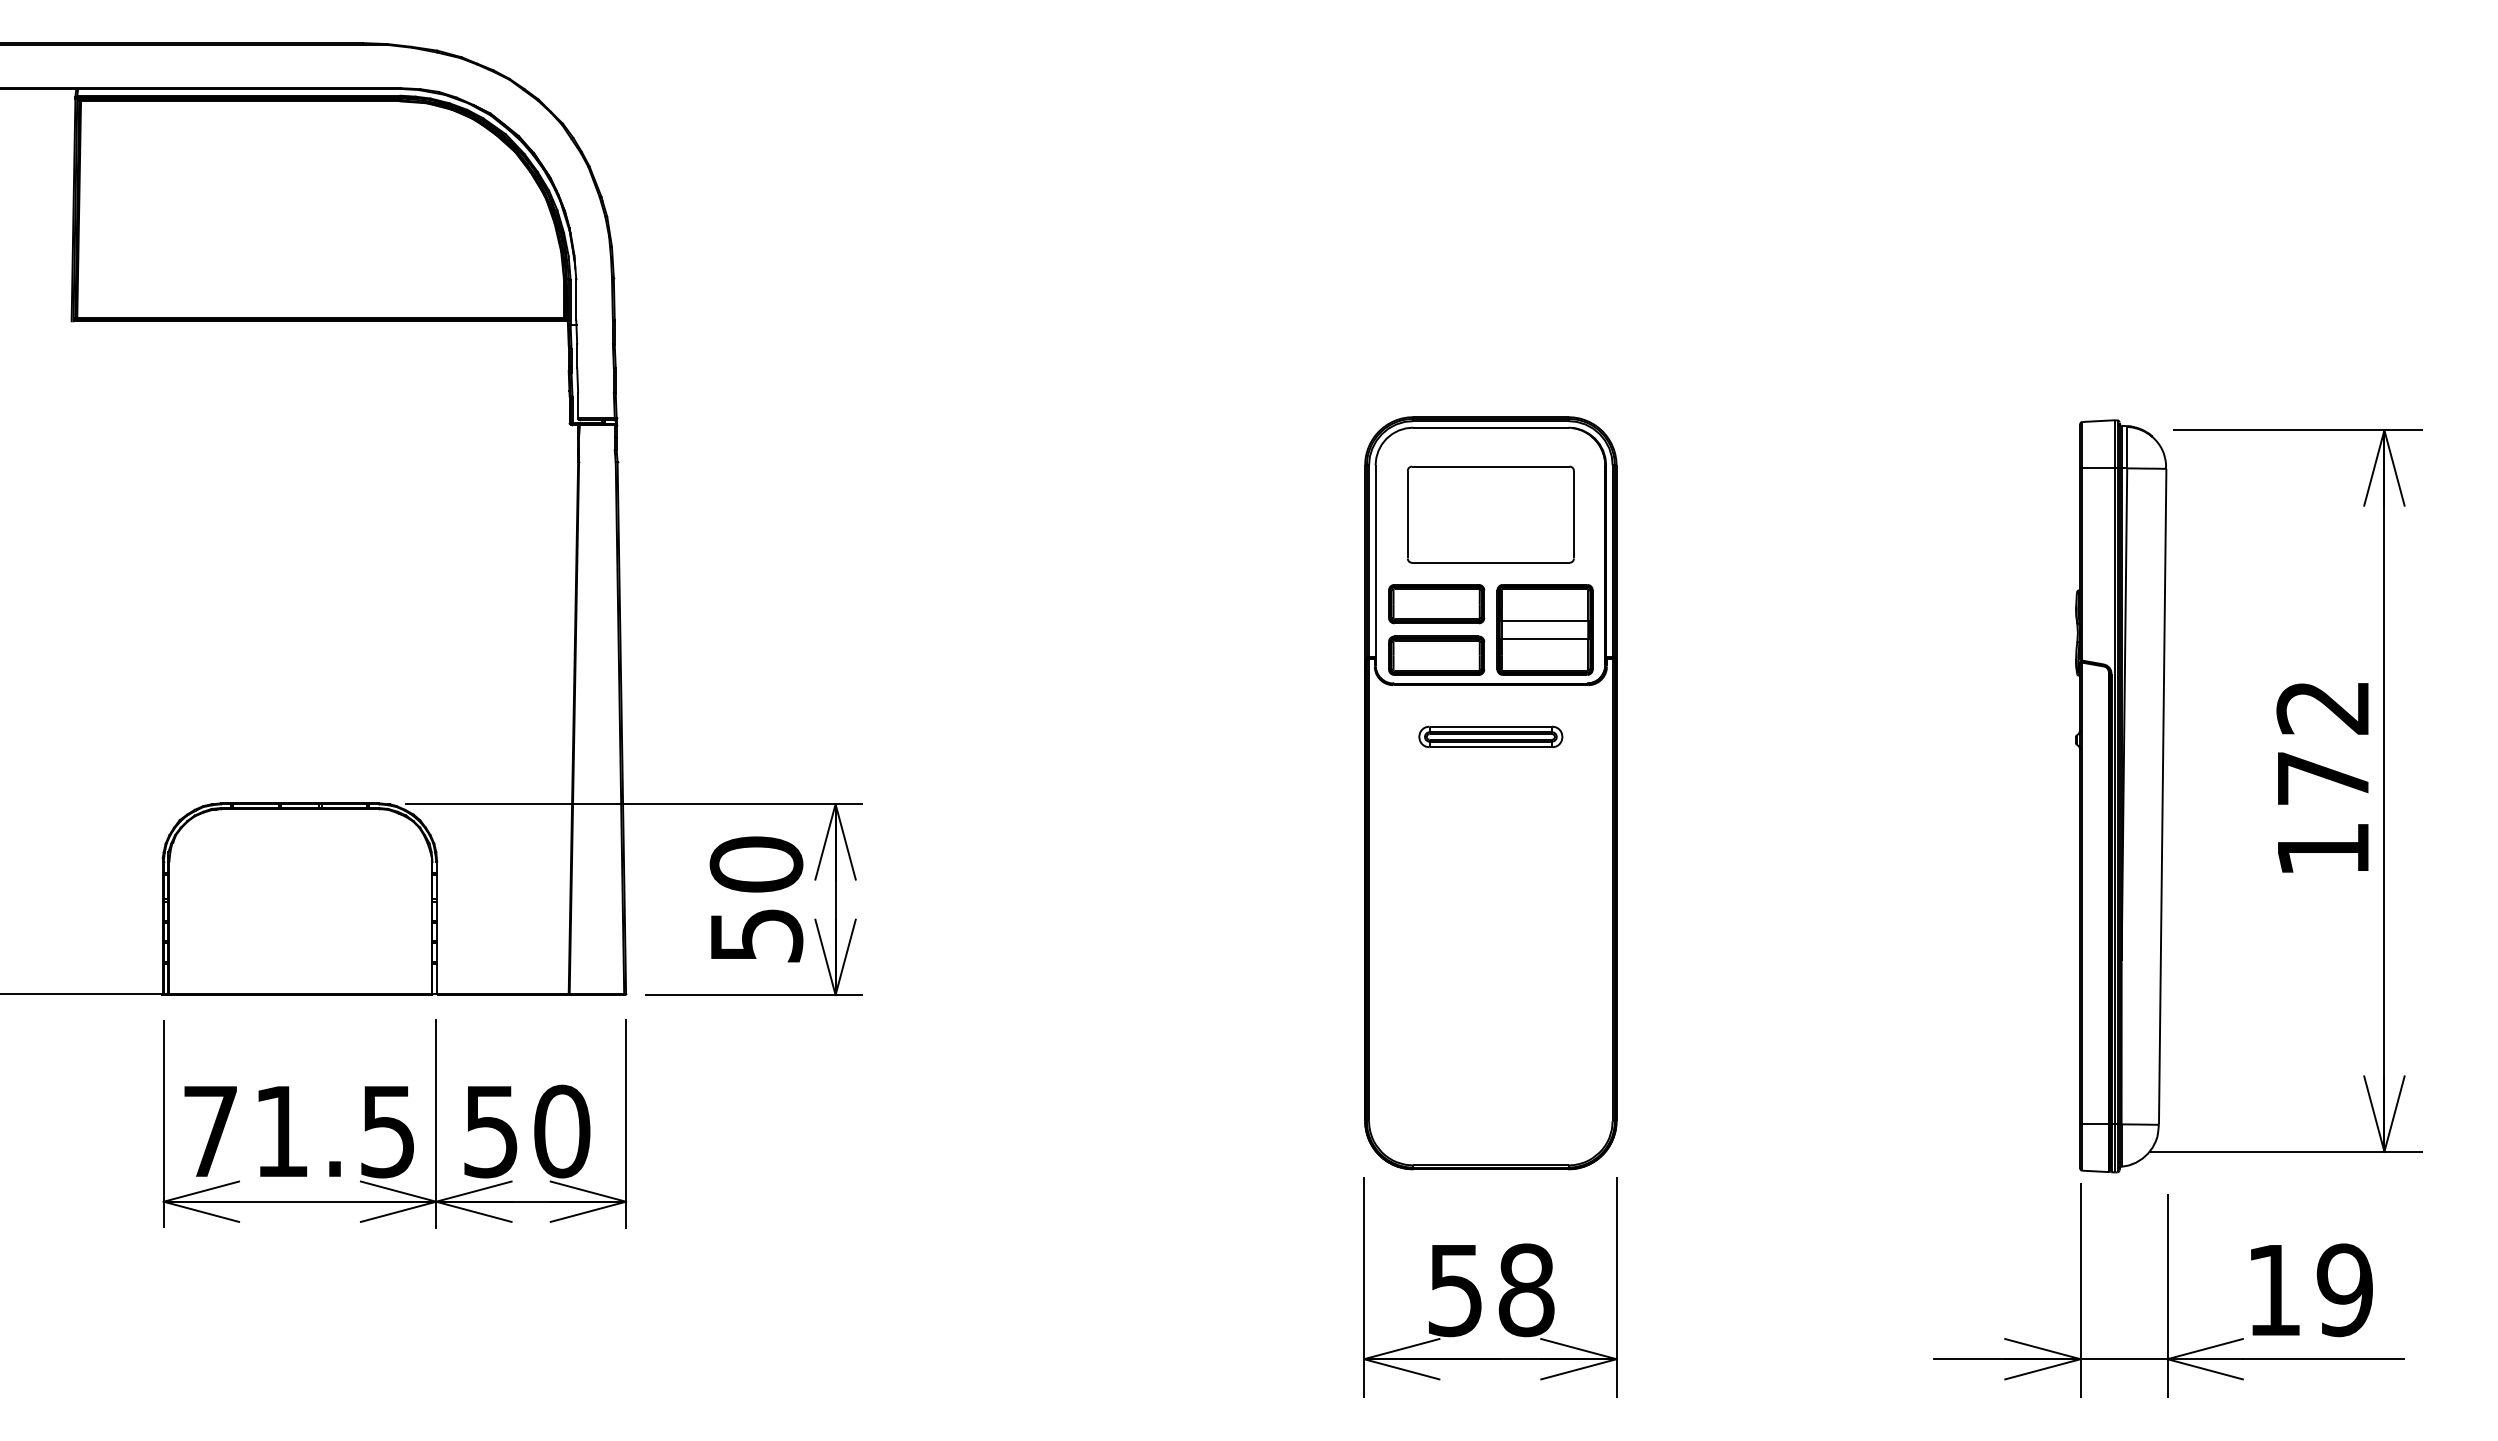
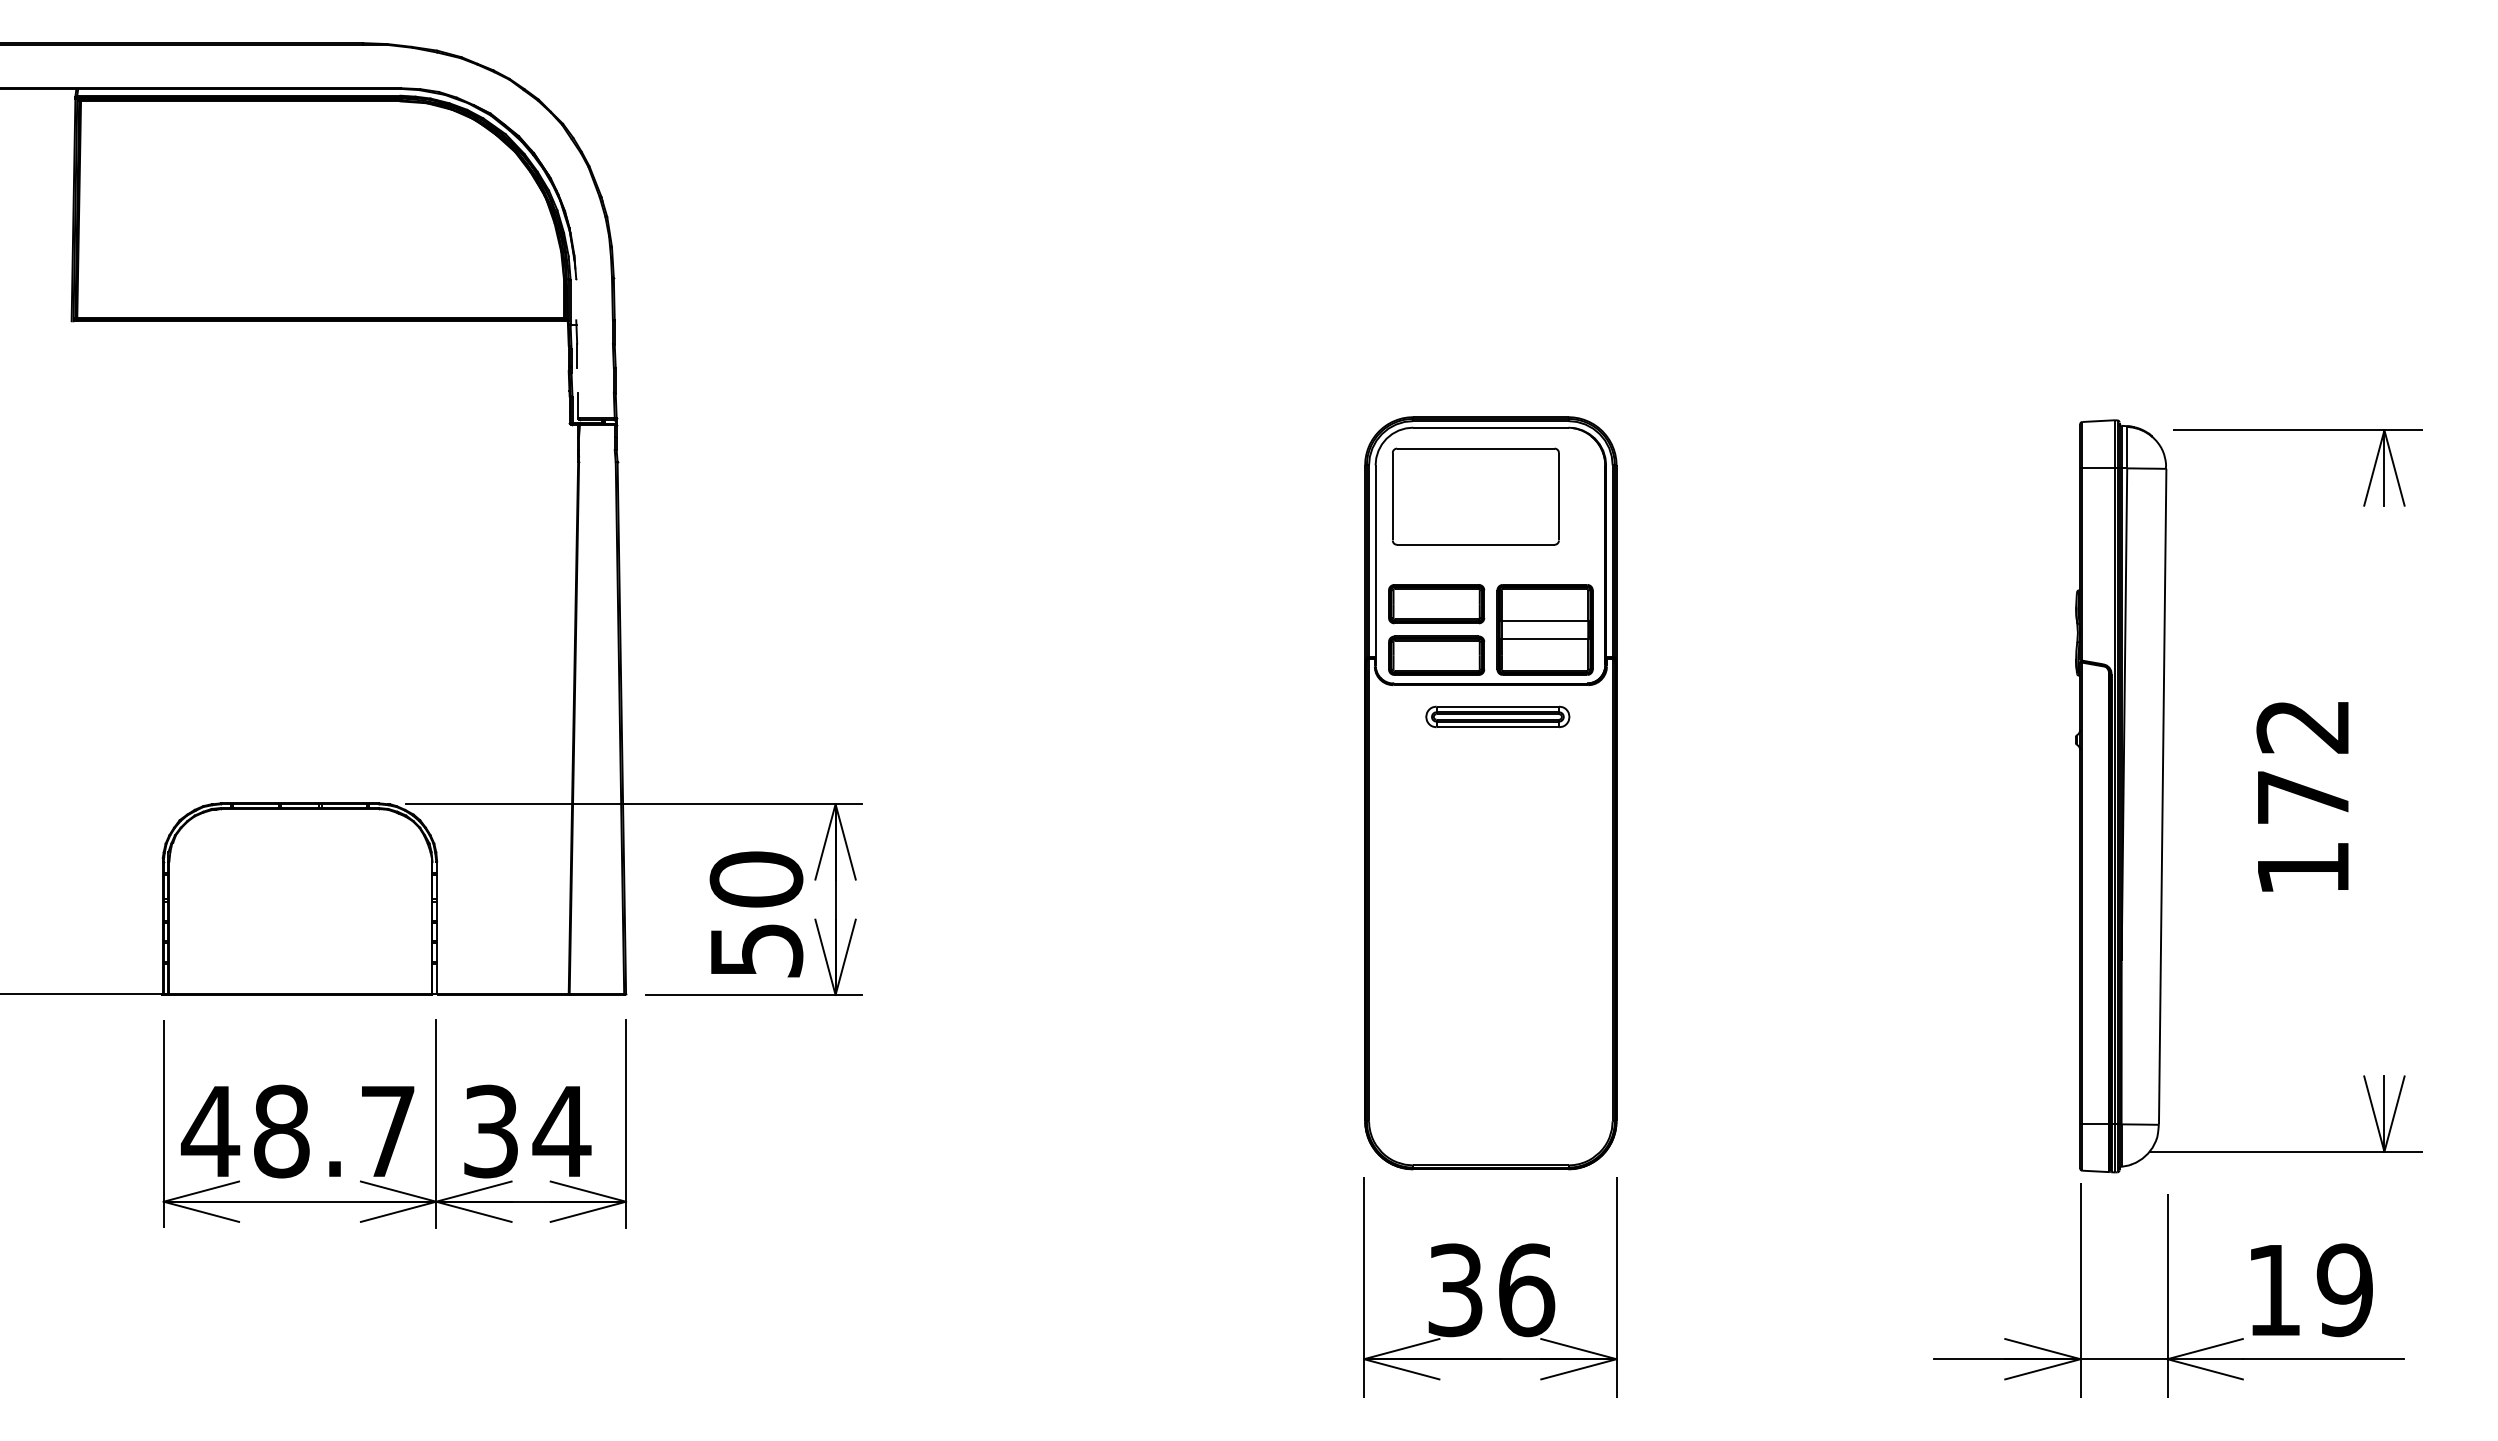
line at (576, 299): present -> none
line at (577, 380): present -> none
part at (1490, 514) position: (1490, 514) -> (1475, 496)
part at (1490, 736) position: (1490, 736) -> (1497, 716)
text at (2322, 777) position: (2322, 777) -> (2302, 796)
line at (2384, 790): present -> none
text at (756, 899) position: (756, 899) -> (756, 914)
text at (297, 1131): 71.5 -> 48.7
text at (527, 1131): 50 -> 34
text at (1491, 1290): 58 -> 36
